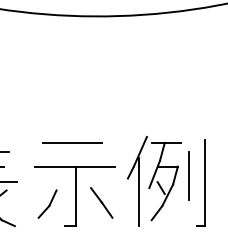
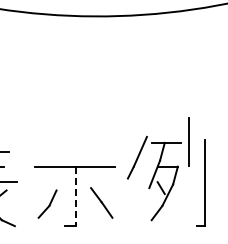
line at (72, 142): present -> none
line at (188, 175) position: (188, 175) -> (188, 141)
line at (138, 192): present -> none
line at (75, 196): solid -> dashed
